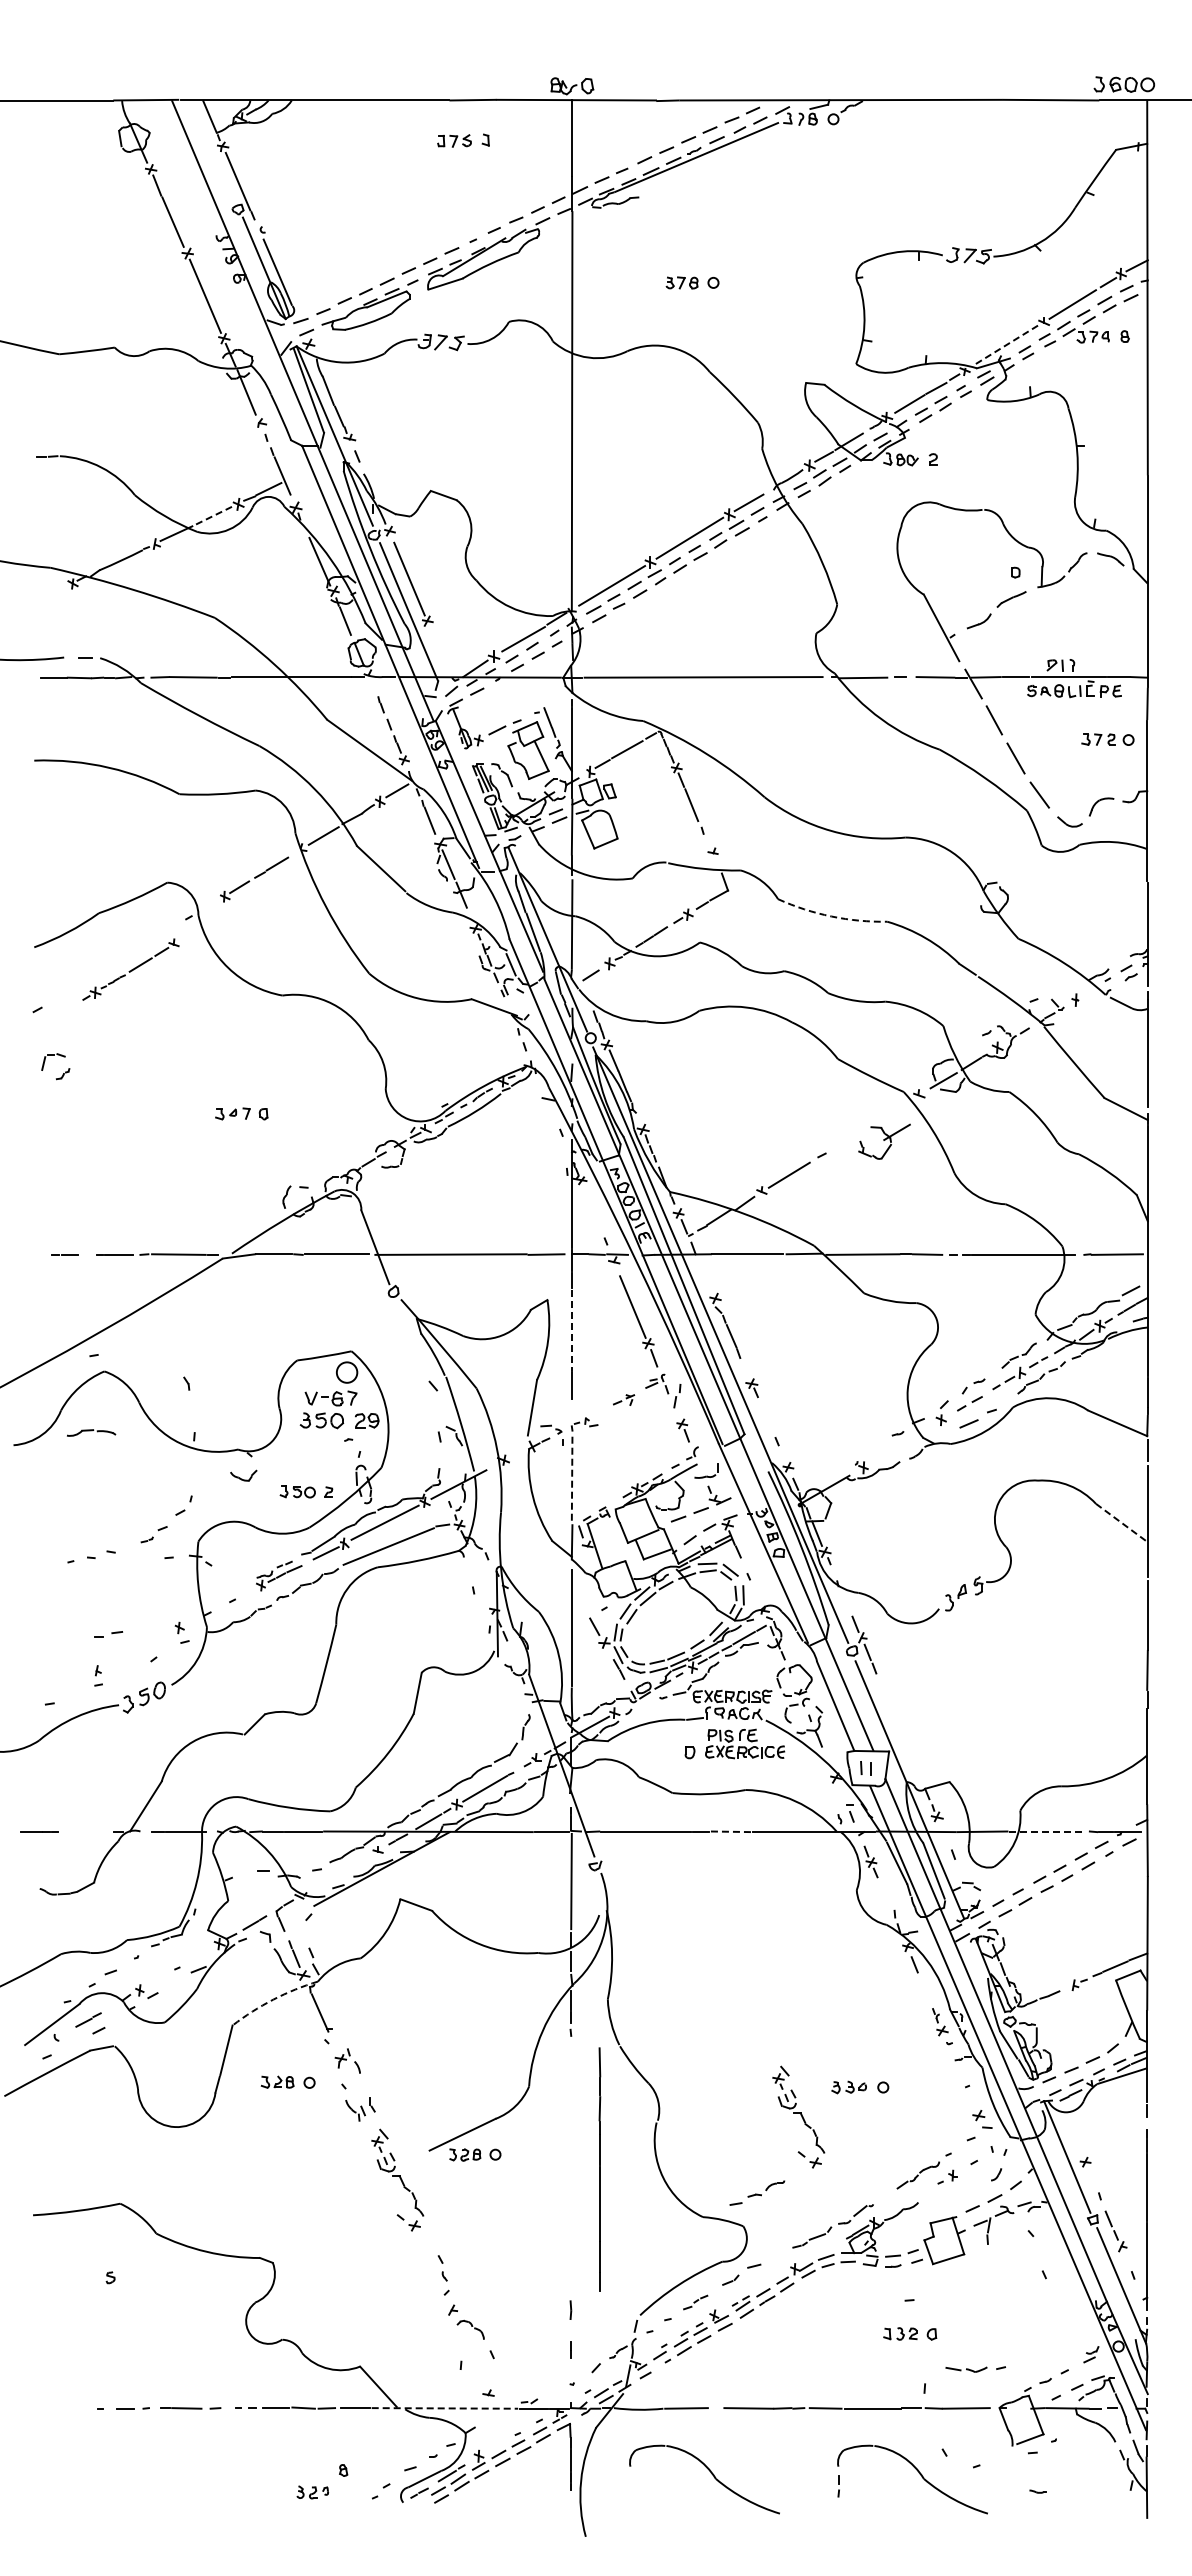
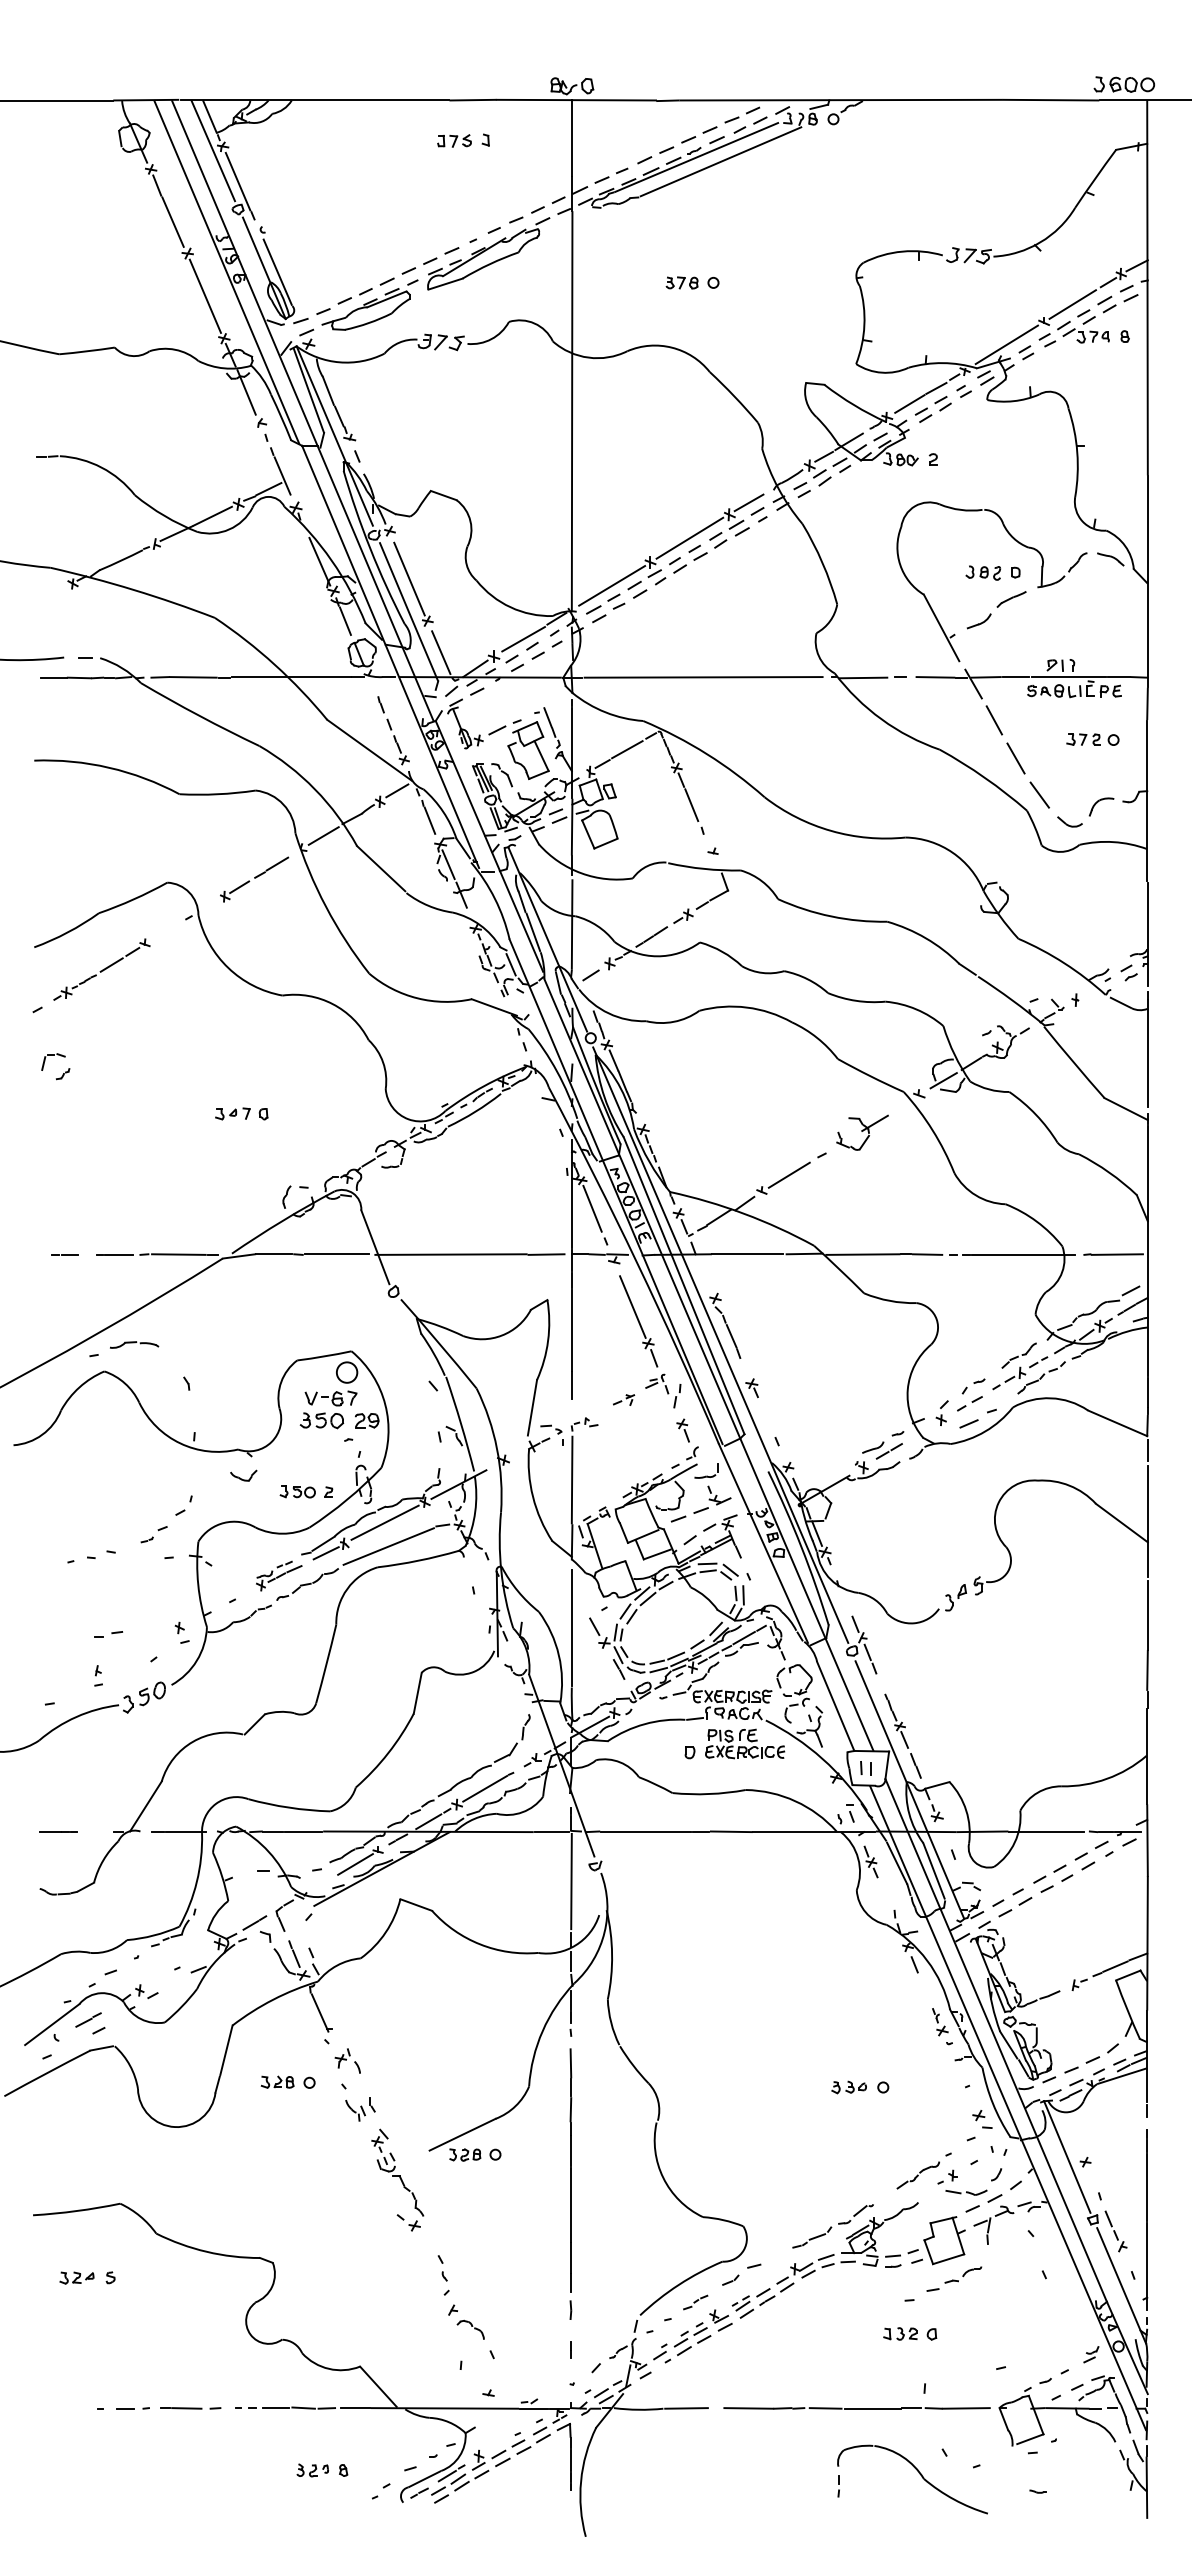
line at (213, 151): none -> present
line at (720, 161): none -> present
line at (226, 272): none -> present
line at (1006, 344): dashed -> solid
line at (212, 516): dashed -> solid
part at (982, 572): none -> present
line at (441, 652): none -> present
part at (1107, 739) position: (1107, 739) -> (1092, 739)
arc at (831, 916): dashed -> solid
part at (130, 969) position: (130, 969) -> (101, 969)
part at (884, 1141) position: (884, 1141) -> (862, 1132)
line at (592, 1208): none -> present
line at (571, 1330): dashed -> solid
part at (91, 1432) position: (91, 1432) -> (134, 1344)
part at (882, 1450): none -> present
line at (572, 1480): dashed -> solid
line at (1122, 1523): dashed -> solid
part at (902, 1735): none -> present
line at (39, 1831) position: (39, 1831) -> (58, 1831)
line at (731, 1831): dashed -> solid
line at (1046, 1831): dashed -> solid
line at (355, 1864): none -> present
arc at (273, 1999): dashed -> solid
part at (798, 2116): present -> none
part at (599, 2169) position: (599, 2169) -> (570, 2170)
part at (757, 2192) position: (757, 2192) -> (954, 2278)
part at (76, 2277): none -> present
part at (966, 2369) position: (966, 2369) -> (966, 2192)
line at (445, 2408): dashed -> solid
part at (711, 2474): present -> none
part at (312, 2492) position: (312, 2492) -> (312, 2470)
